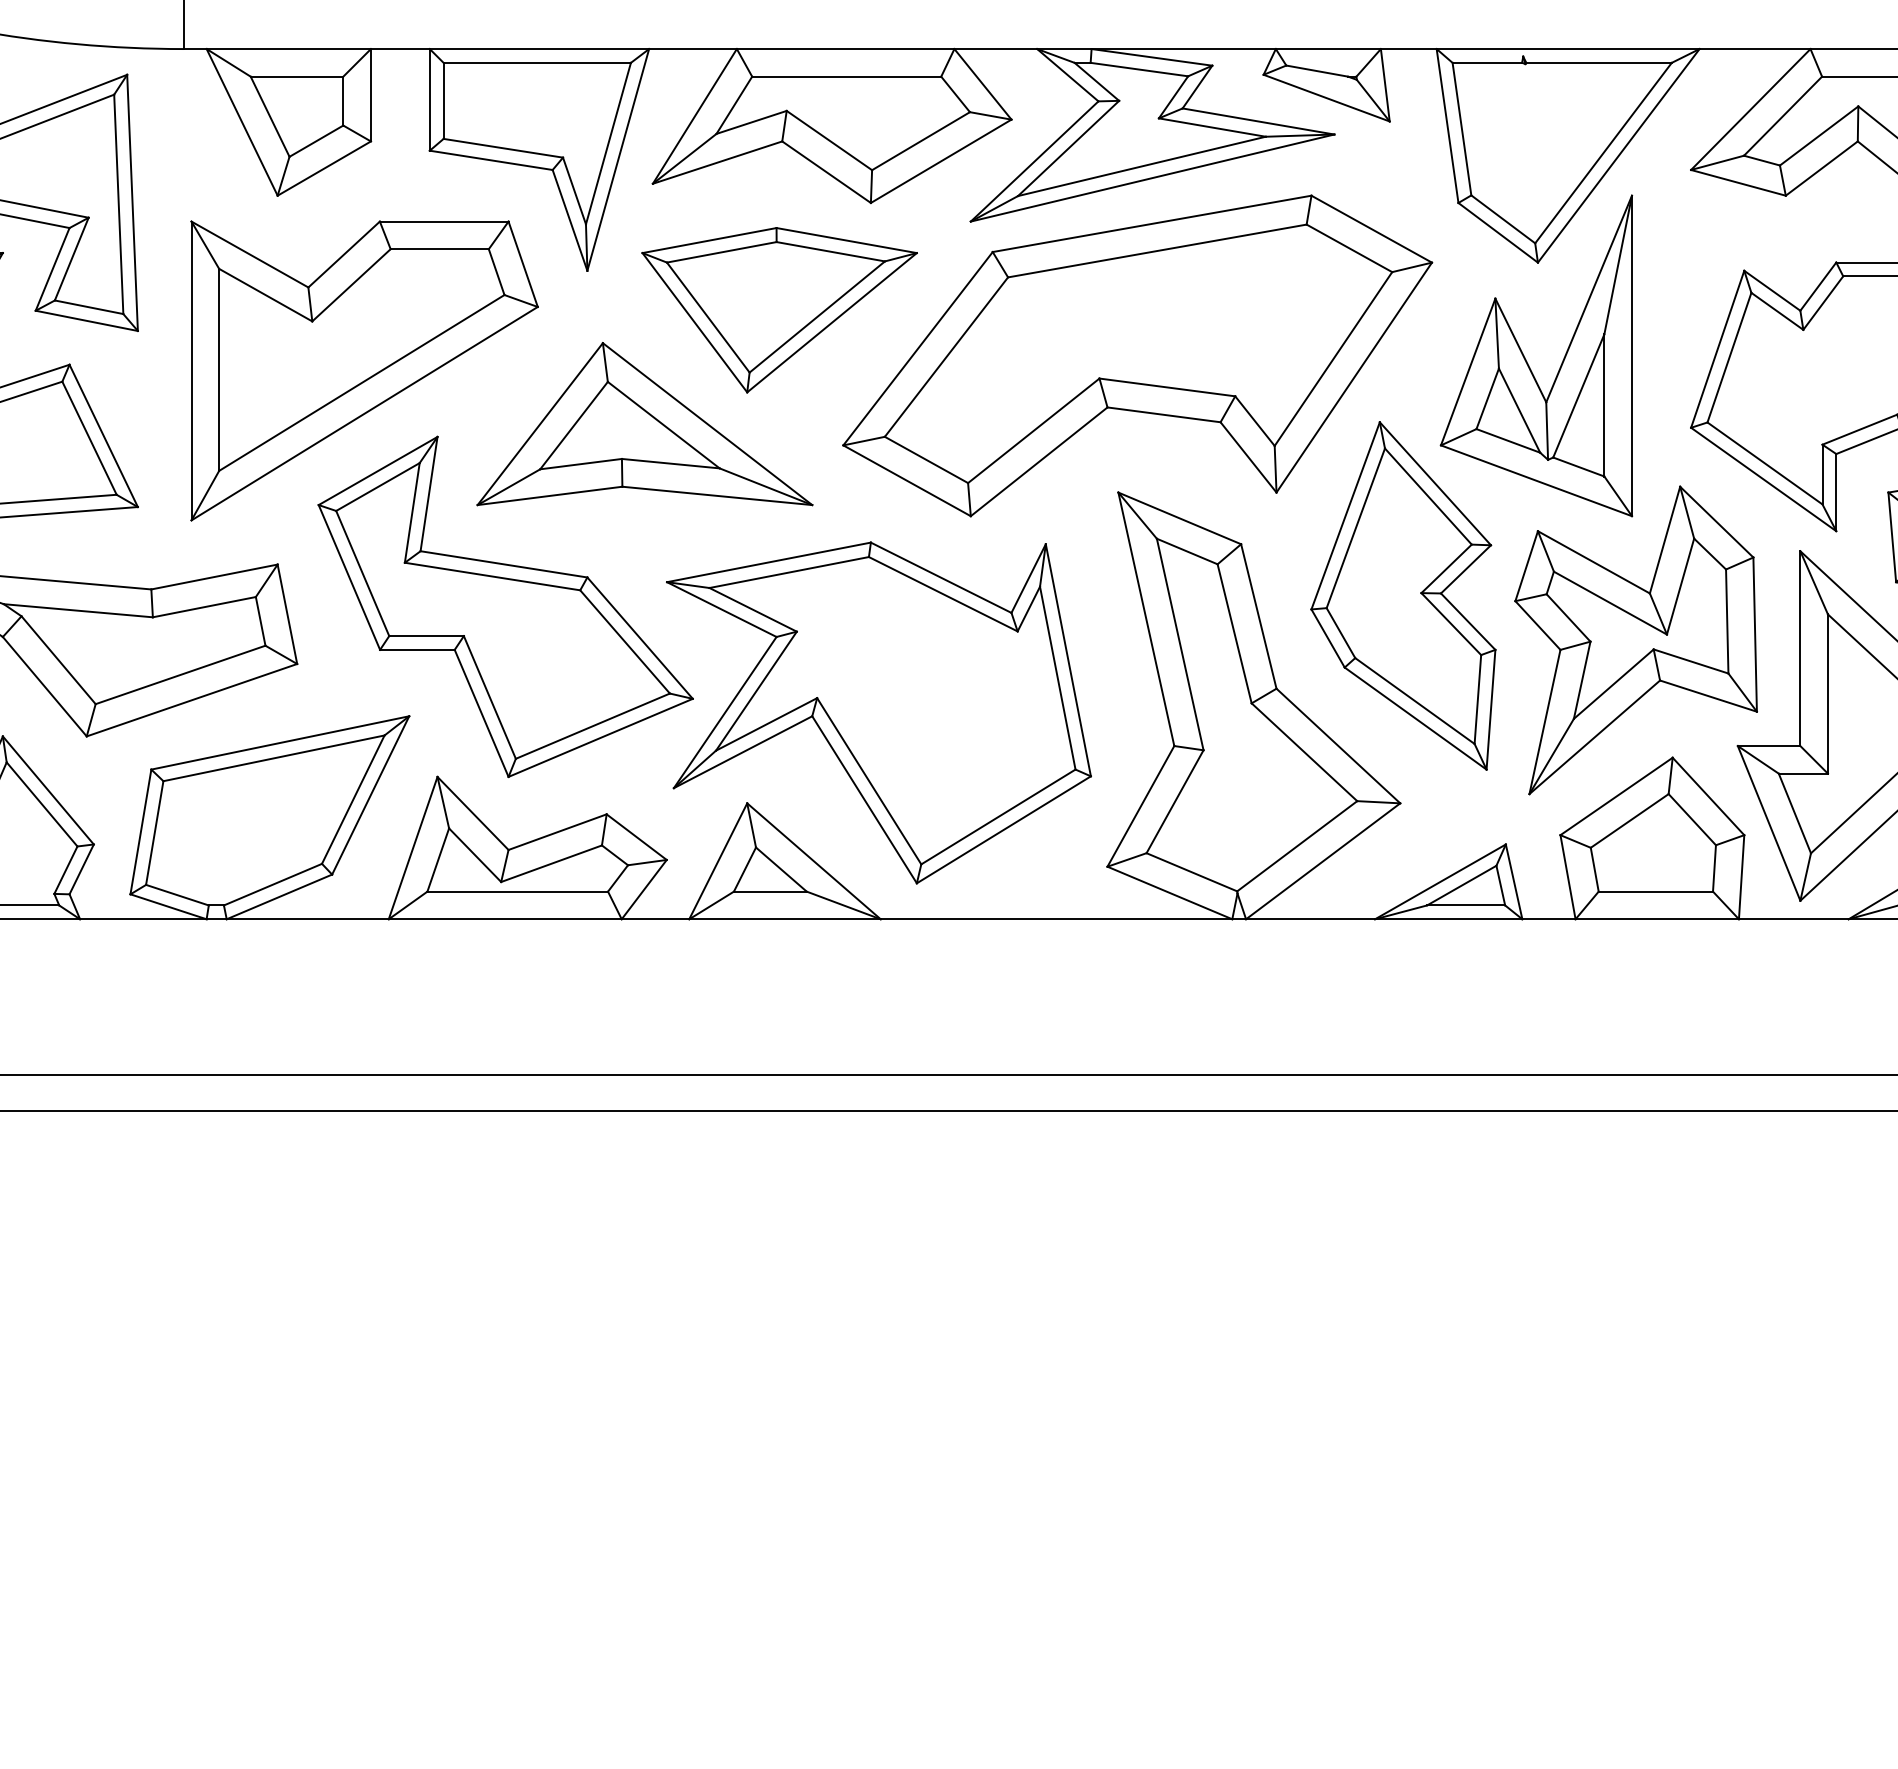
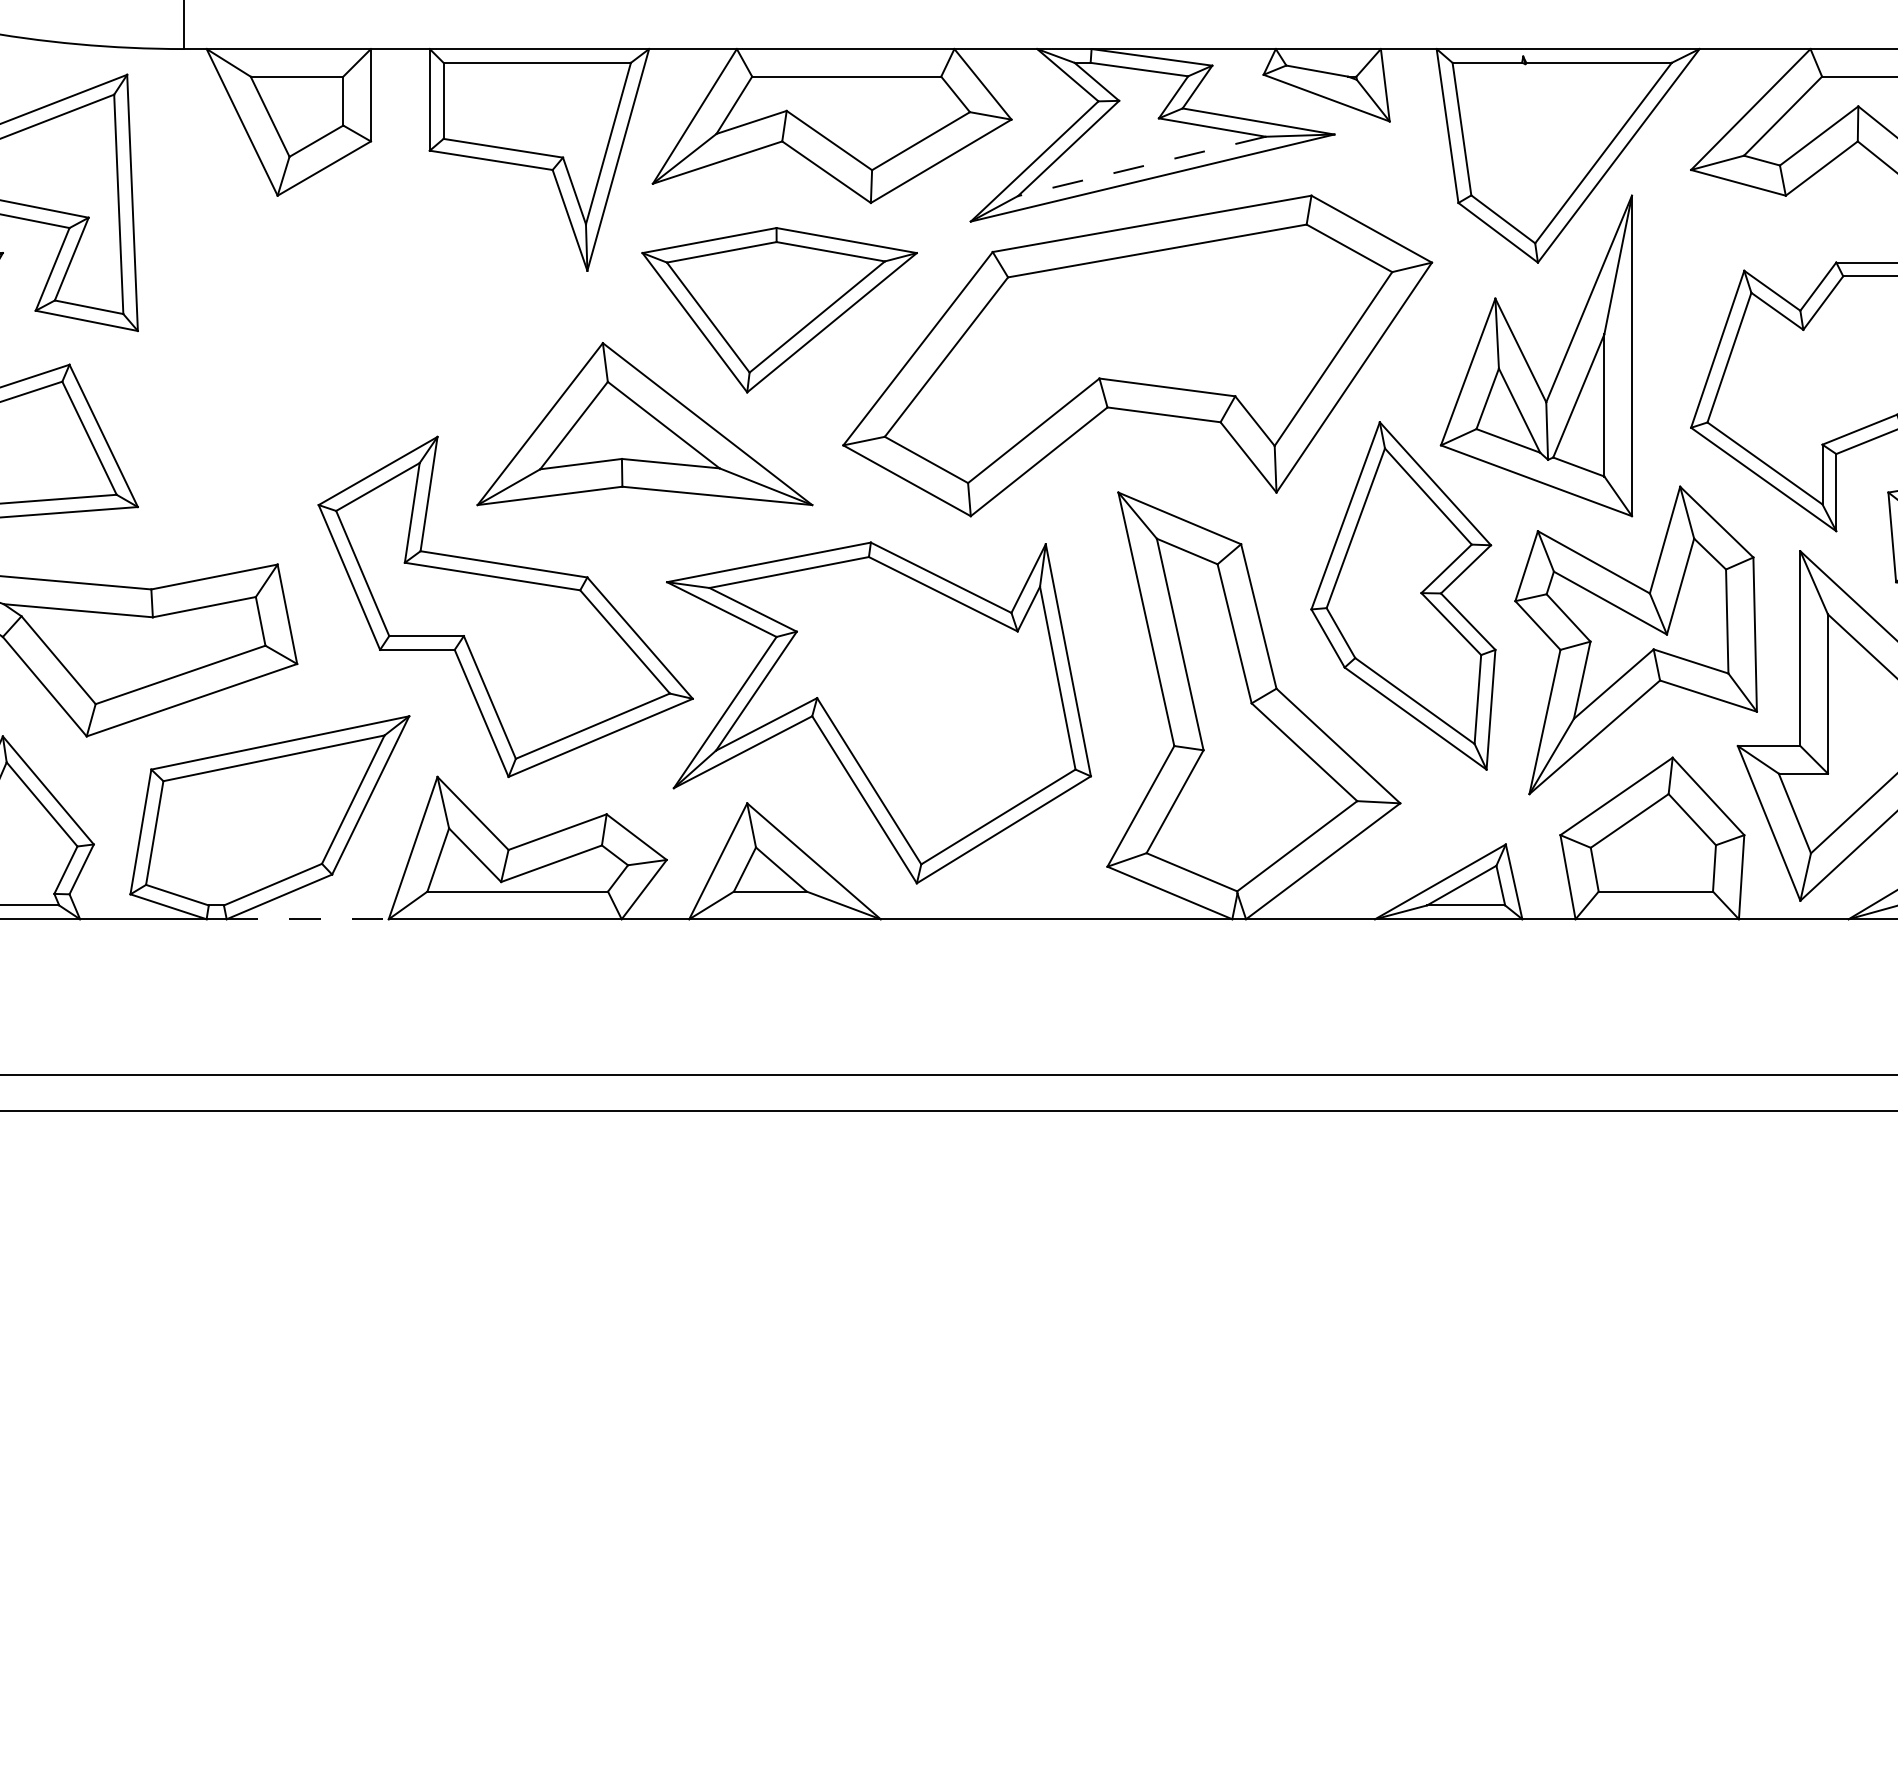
line at (1141, 166): solid -> dashed
part at (364, 370): present -> none
line at (308, 919): solid -> dashed
